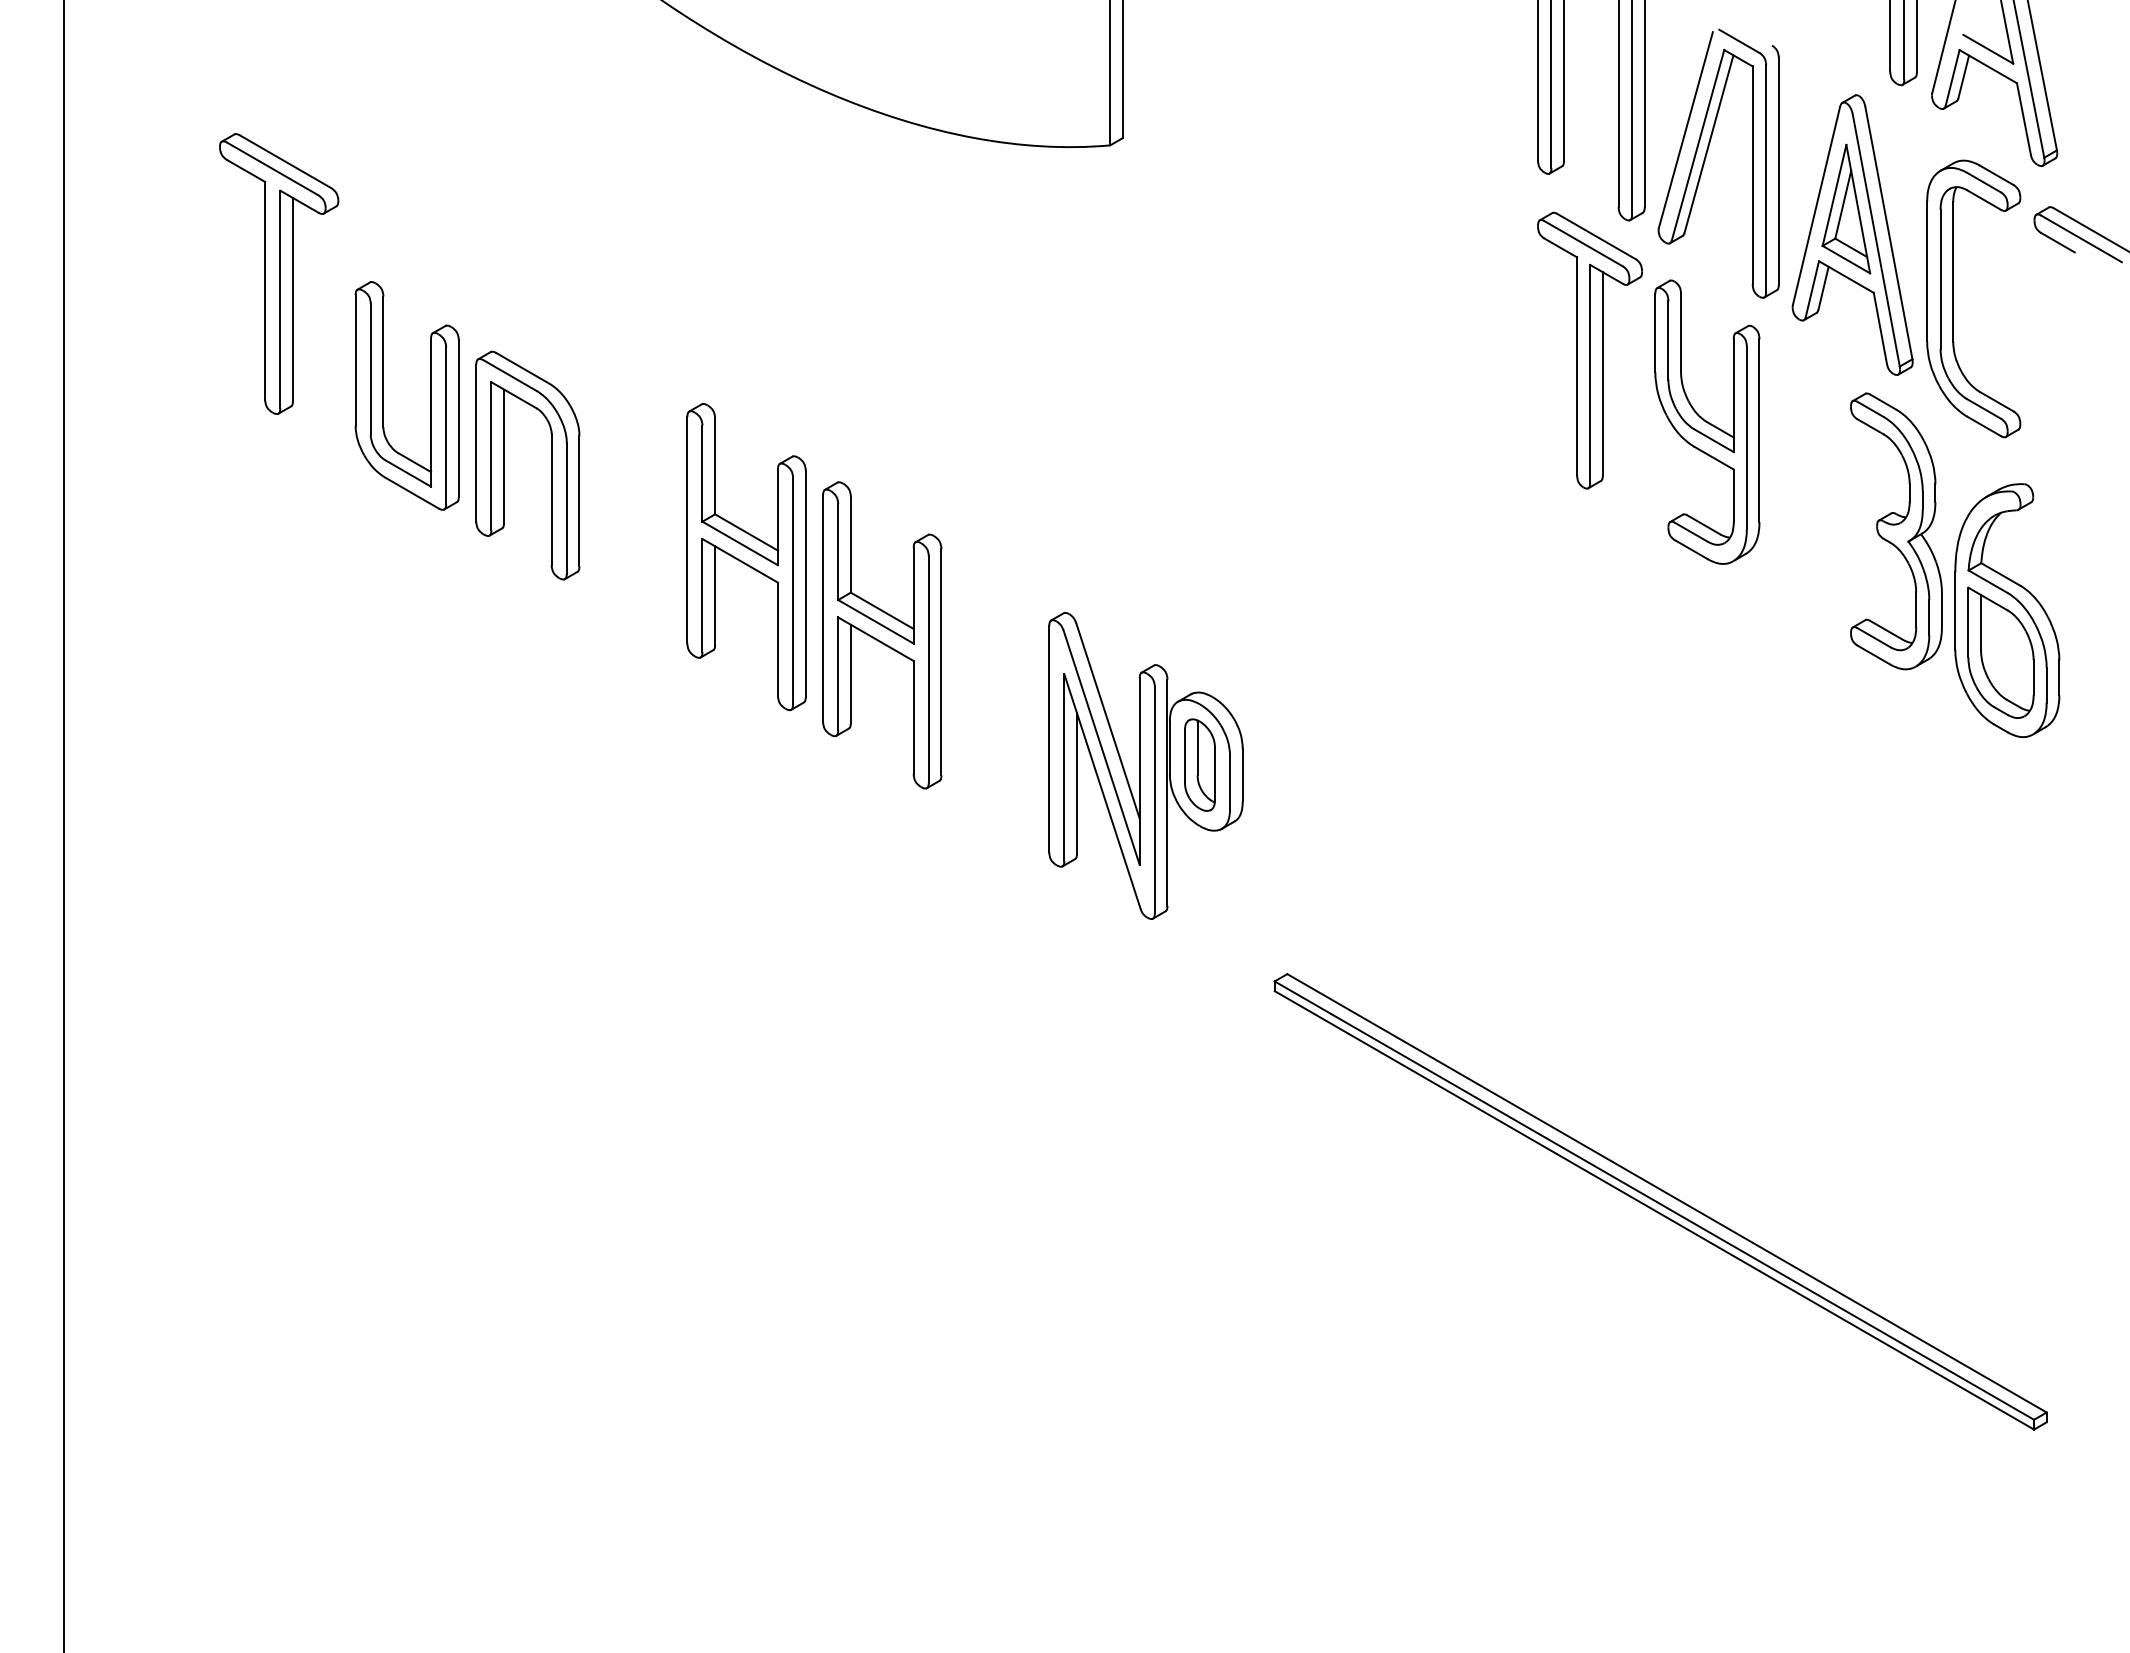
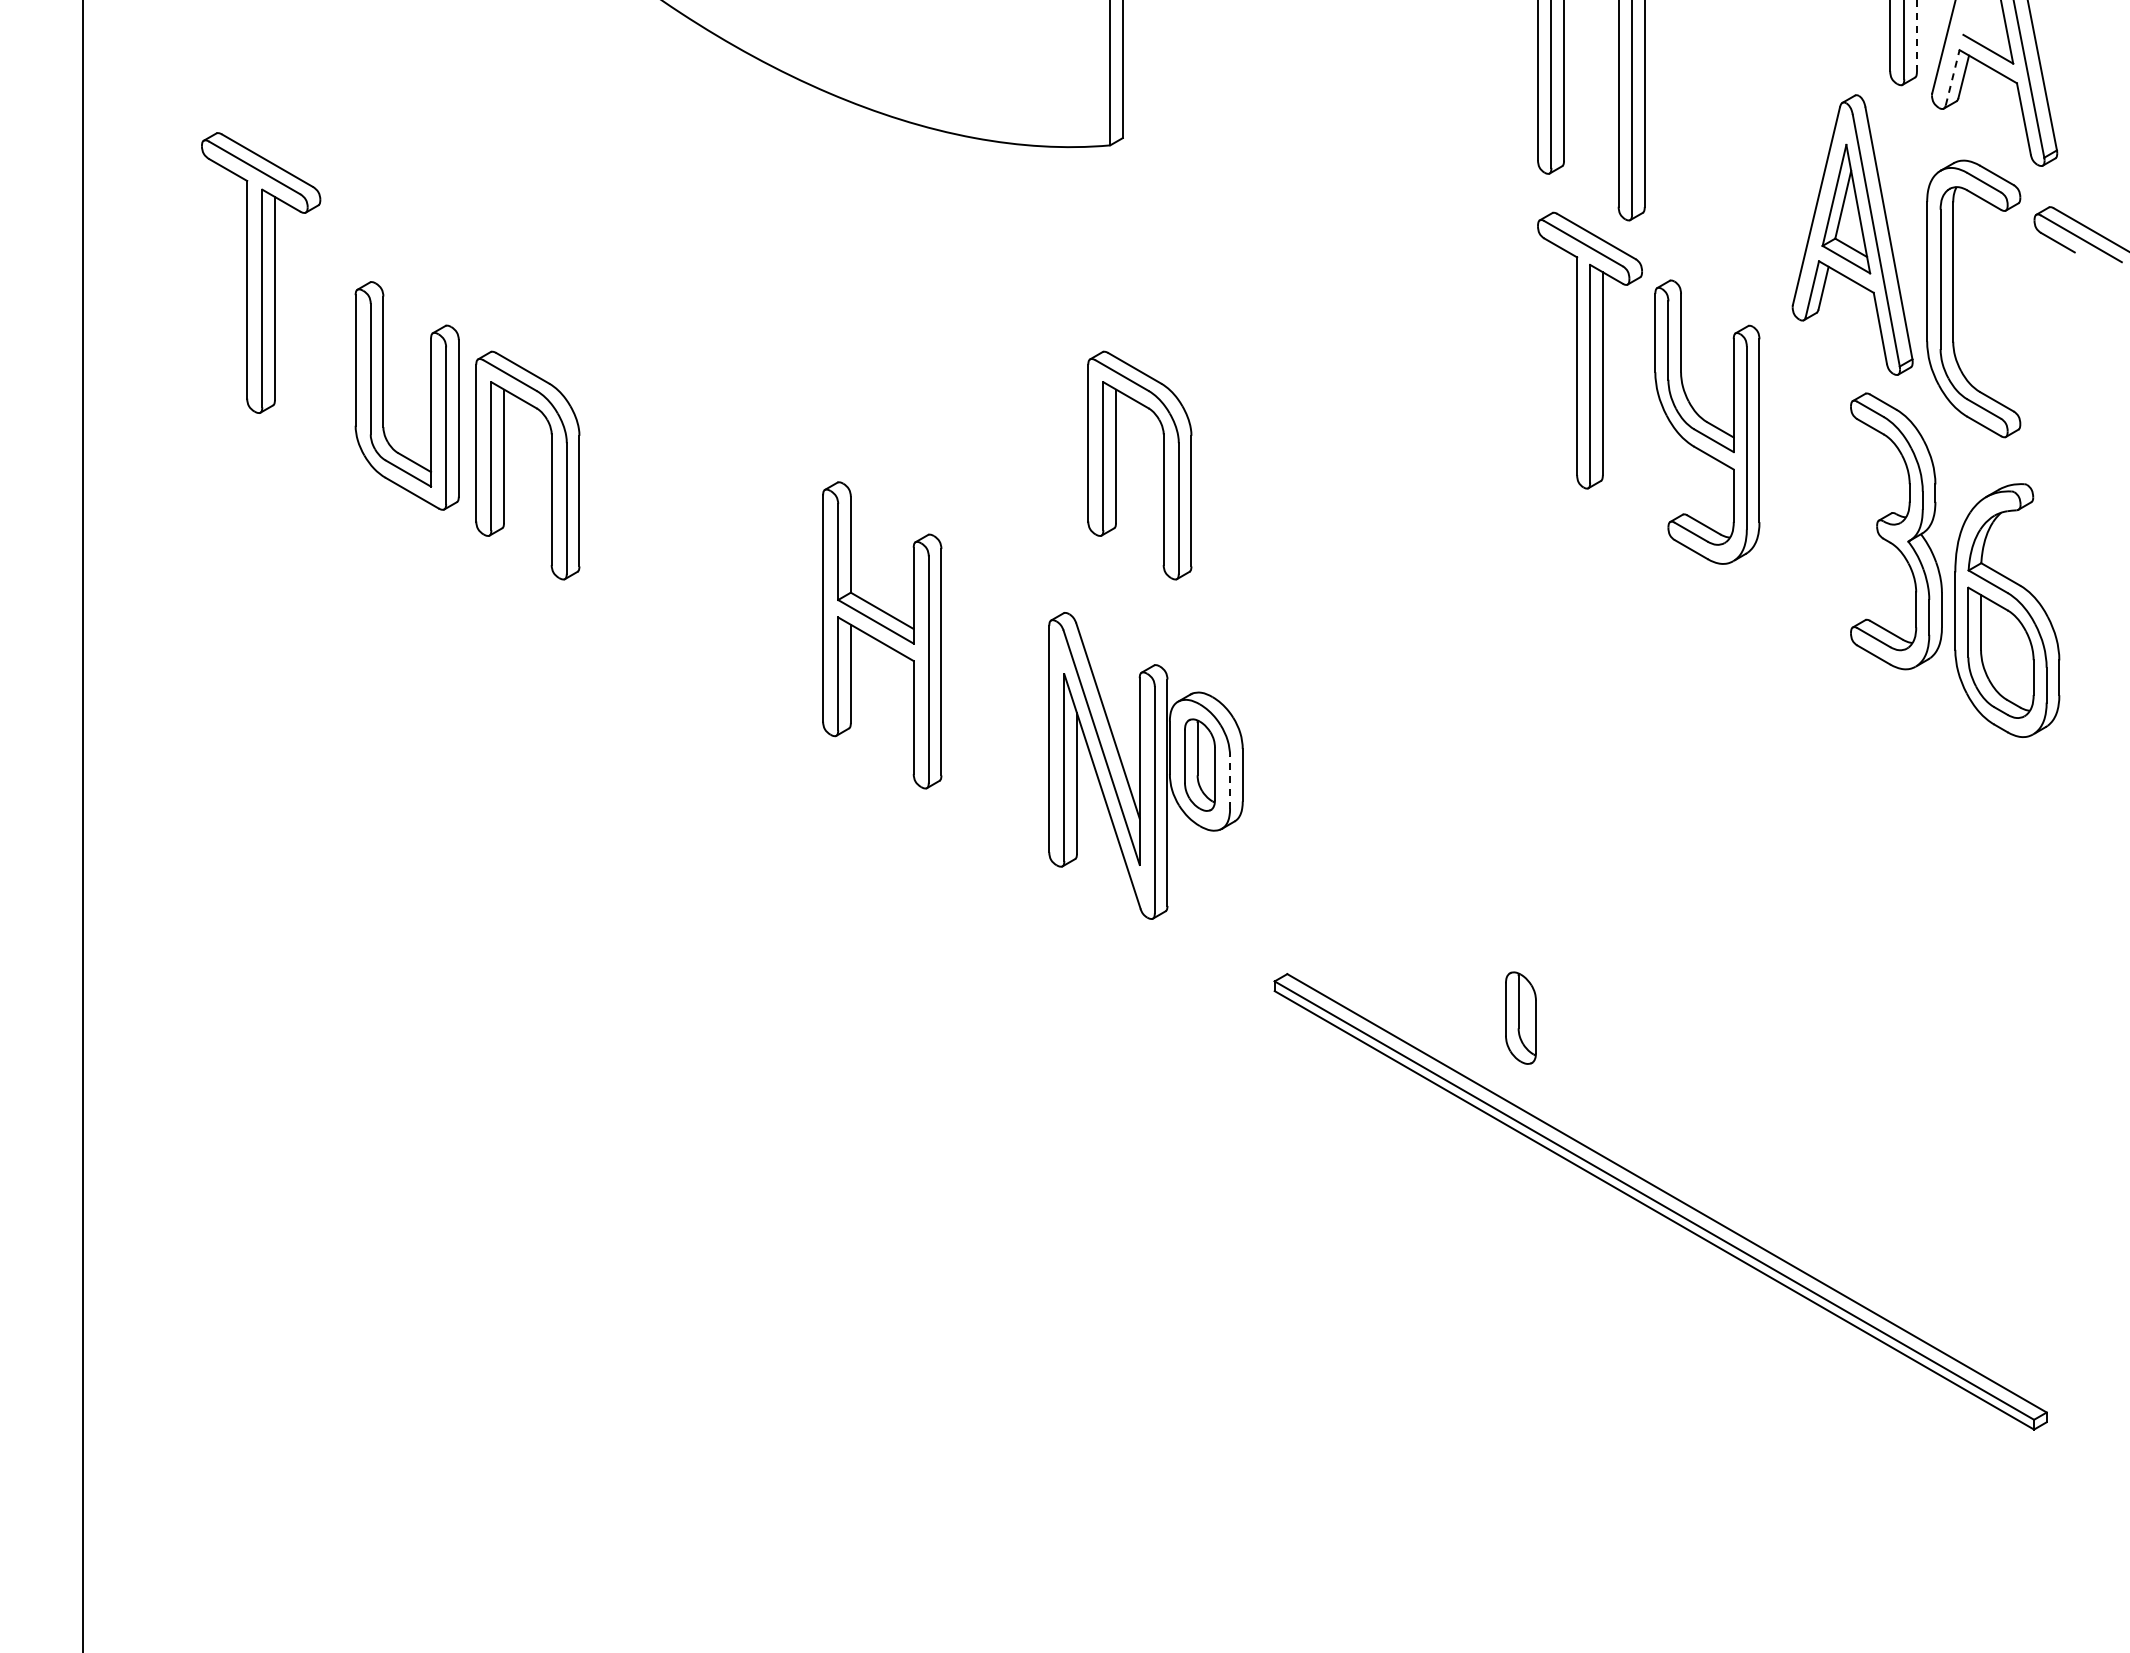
line at (1916, 36): solid -> dashed
line at (1952, 77): solid -> dashed
part at (1705, 161): present -> none
part at (279, 273) position: (279, 273) -> (261, 272)
part at (1116, 465): none -> present
part at (746, 557): present -> none
line at (1230, 782): solid -> dashed
line at (63, 825) position: (63, 825) -> (82, 825)
part at (1520, 1017): none -> present
